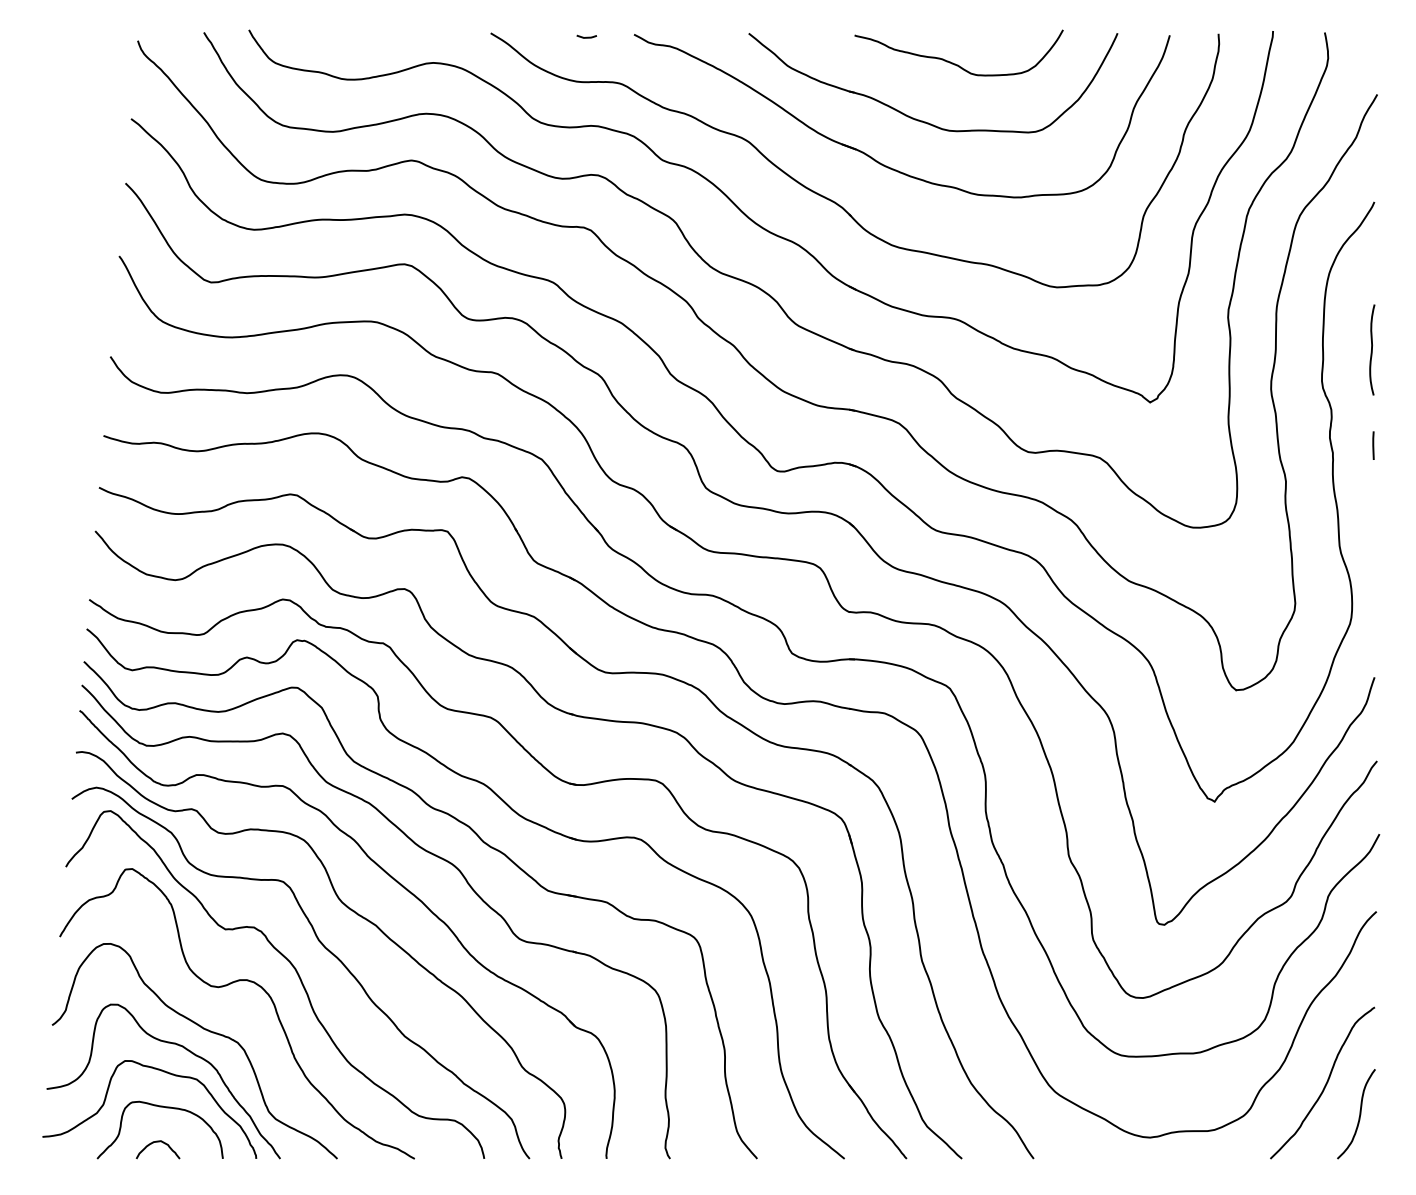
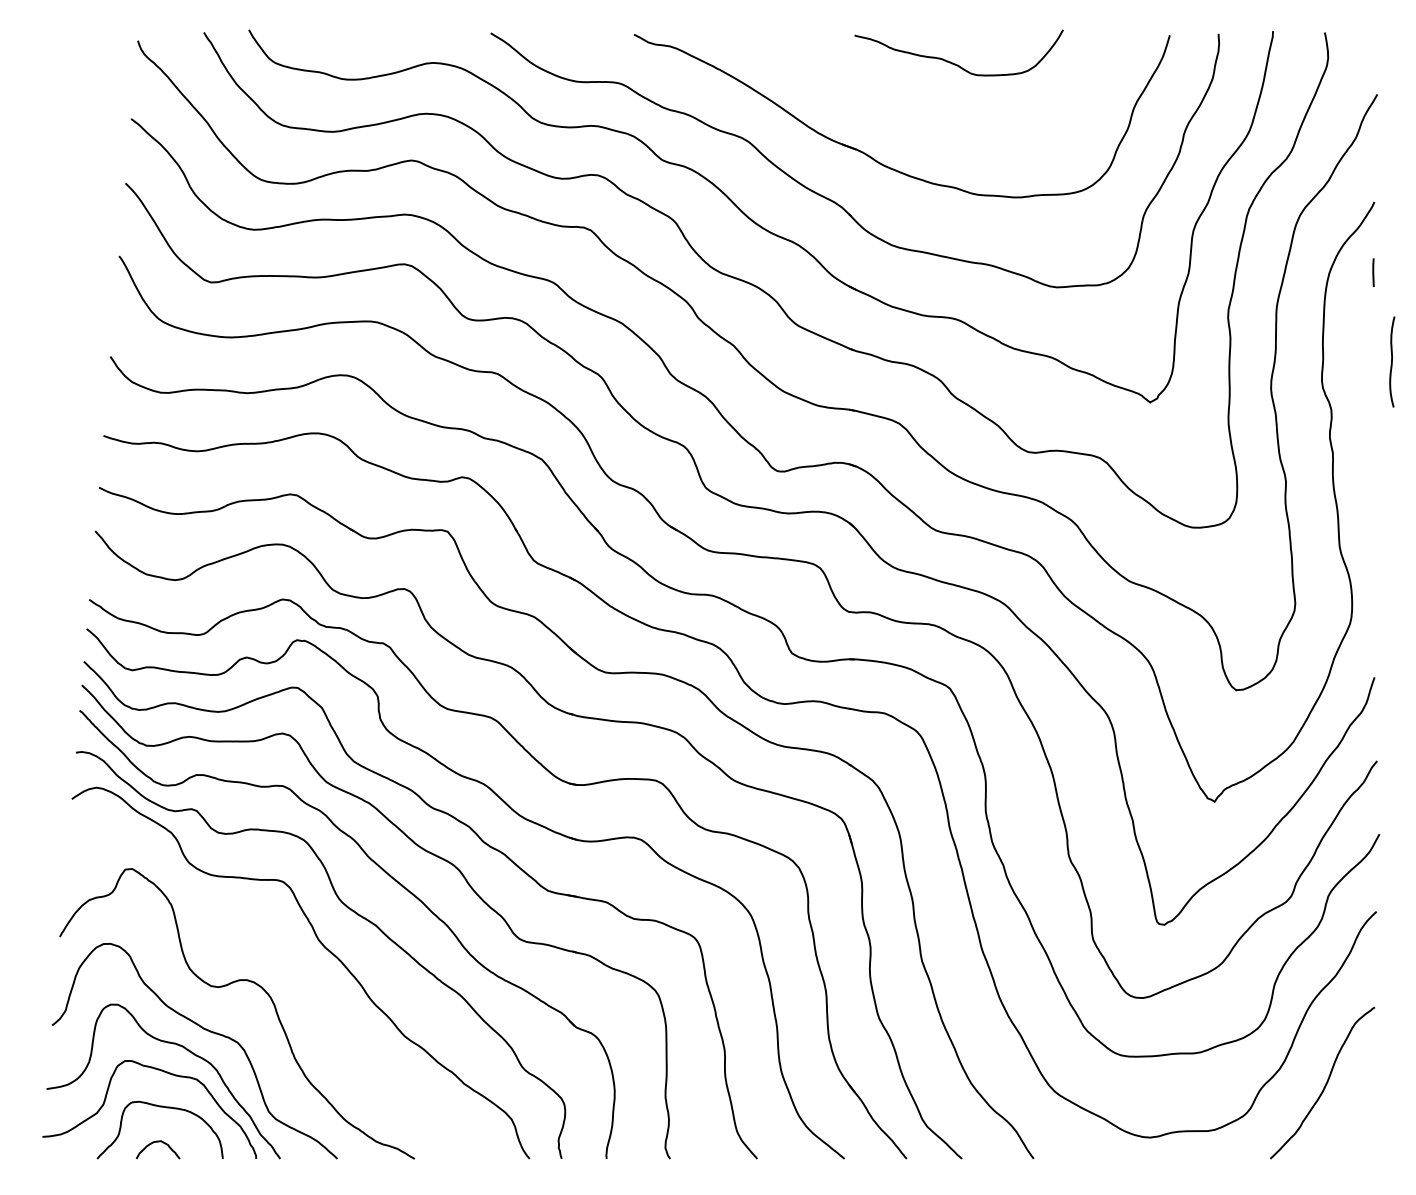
curve at (586, 36): present -> none
part at (922, 120): present -> none
curve at (1372, 349) position: (1372, 349) -> (1392, 361)
line at (1373, 445) position: (1373, 445) -> (1373, 272)
curve at (296, 973): present -> none
curve at (1359, 1114): present -> none
